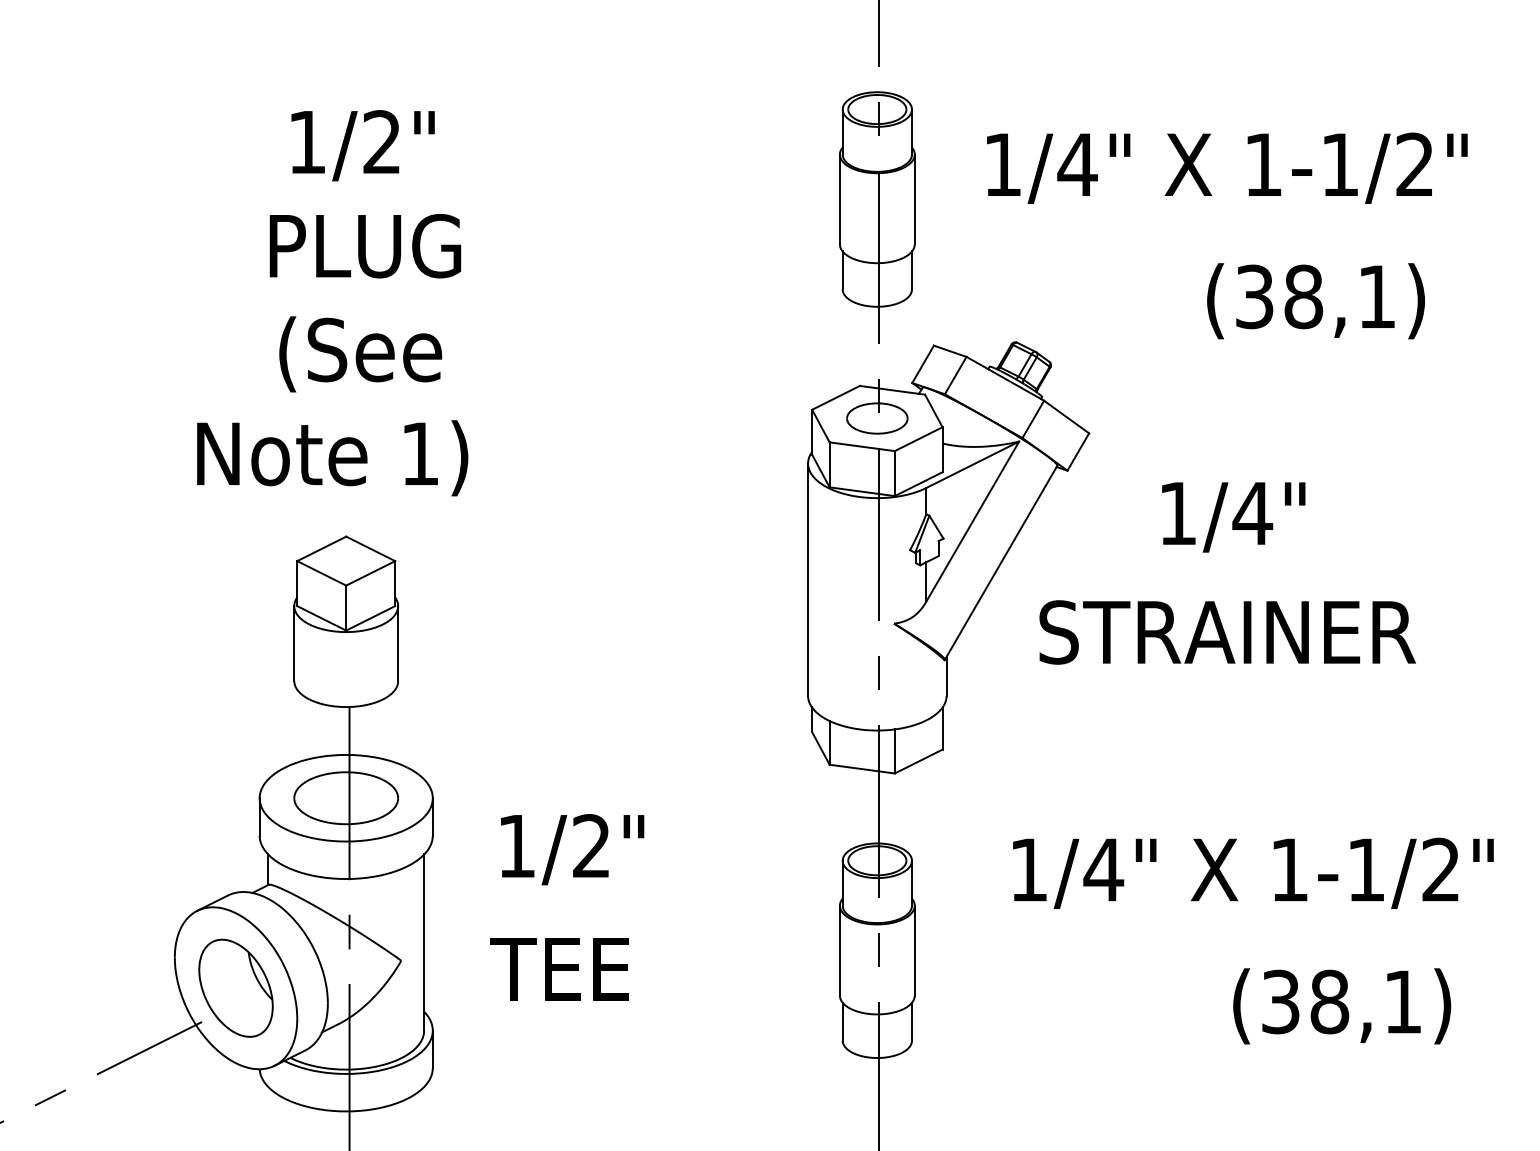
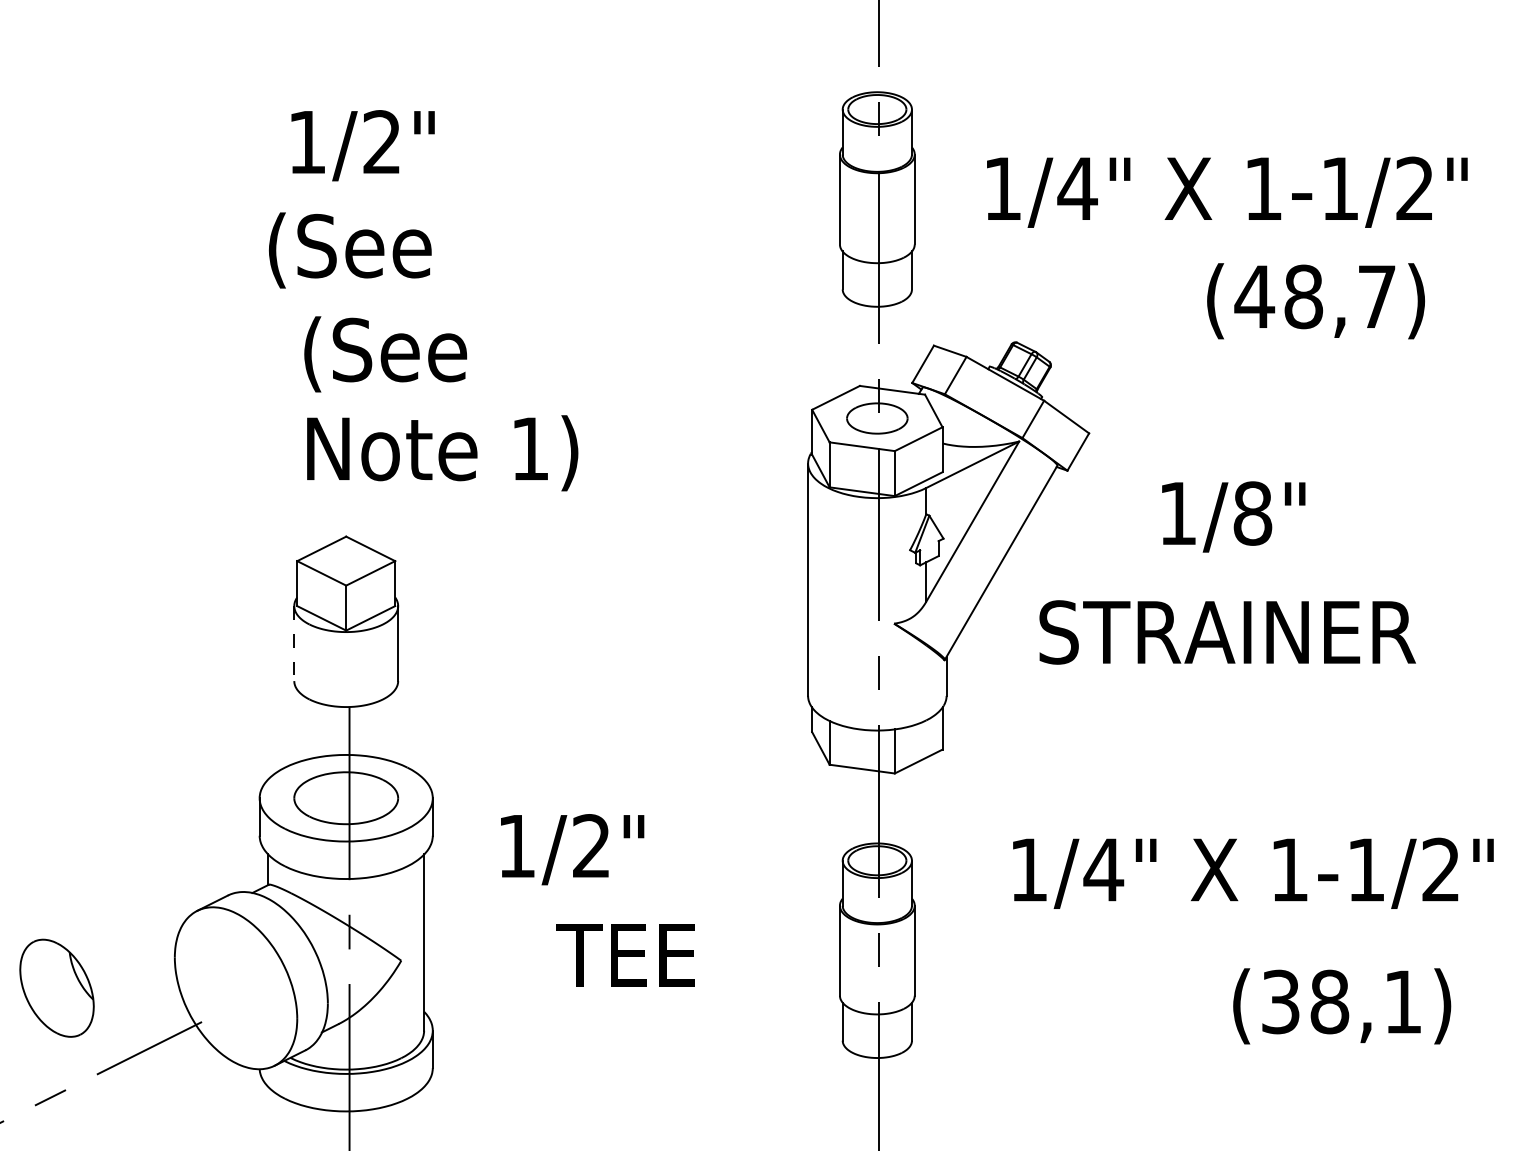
text at (1227, 167) position: (1227, 167) -> (1227, 191)
text at (364, 250): PLUG -> (See
text at (1314, 296): (38,1) -> (48,7)
text at (360, 354) position: (360, 354) -> (385, 354)
text at (332, 458) position: (332, 458) -> (442, 453)
text at (1252, 513): 1/4" -> 1/8"
line at (294, 644): solid -> dashed
text at (559, 969) position: (559, 969) -> (625, 955)
part at (235, 987) position: (235, 987) -> (56, 987)
